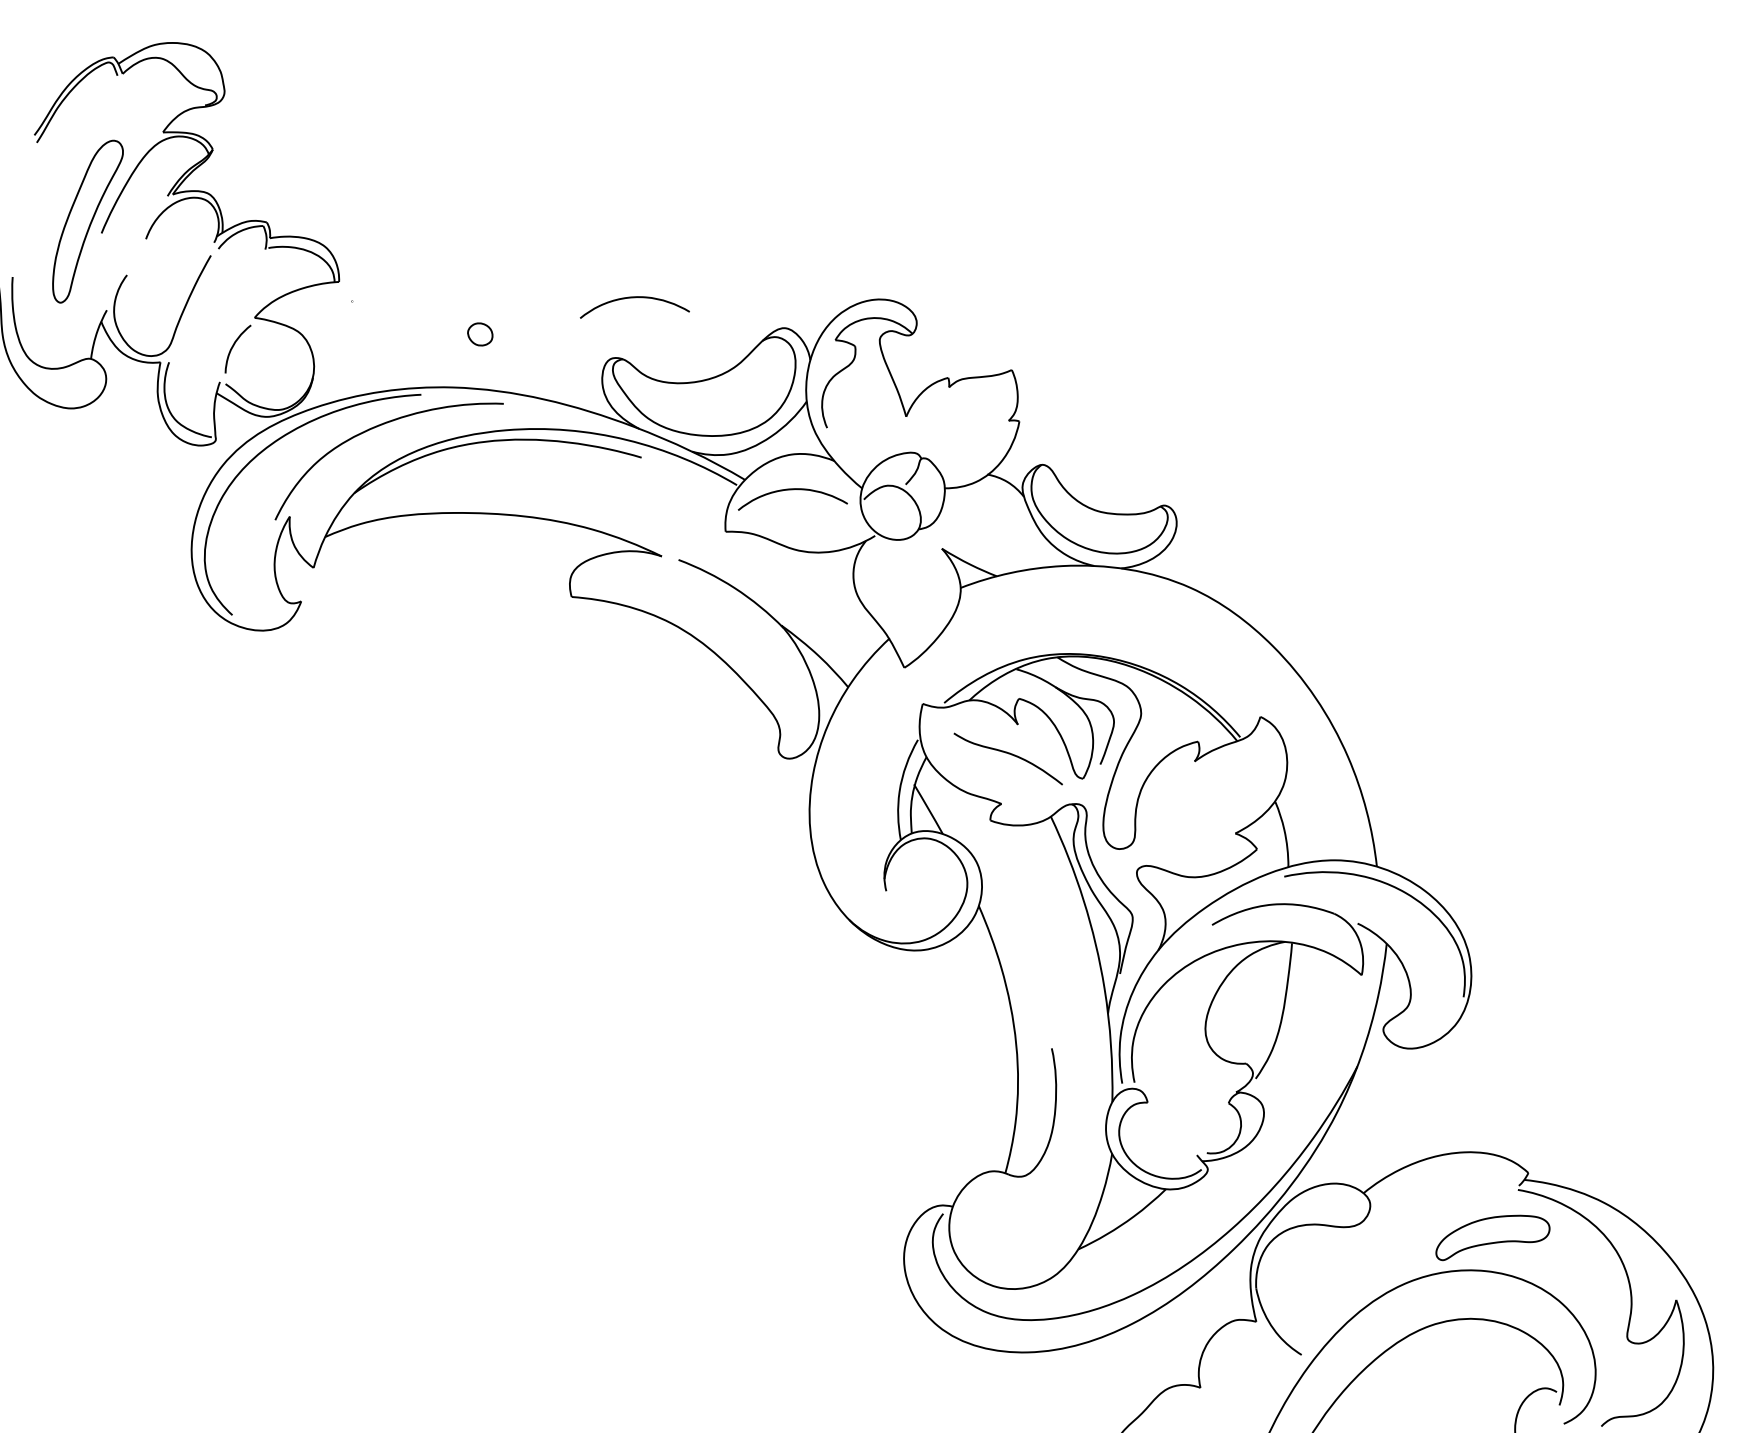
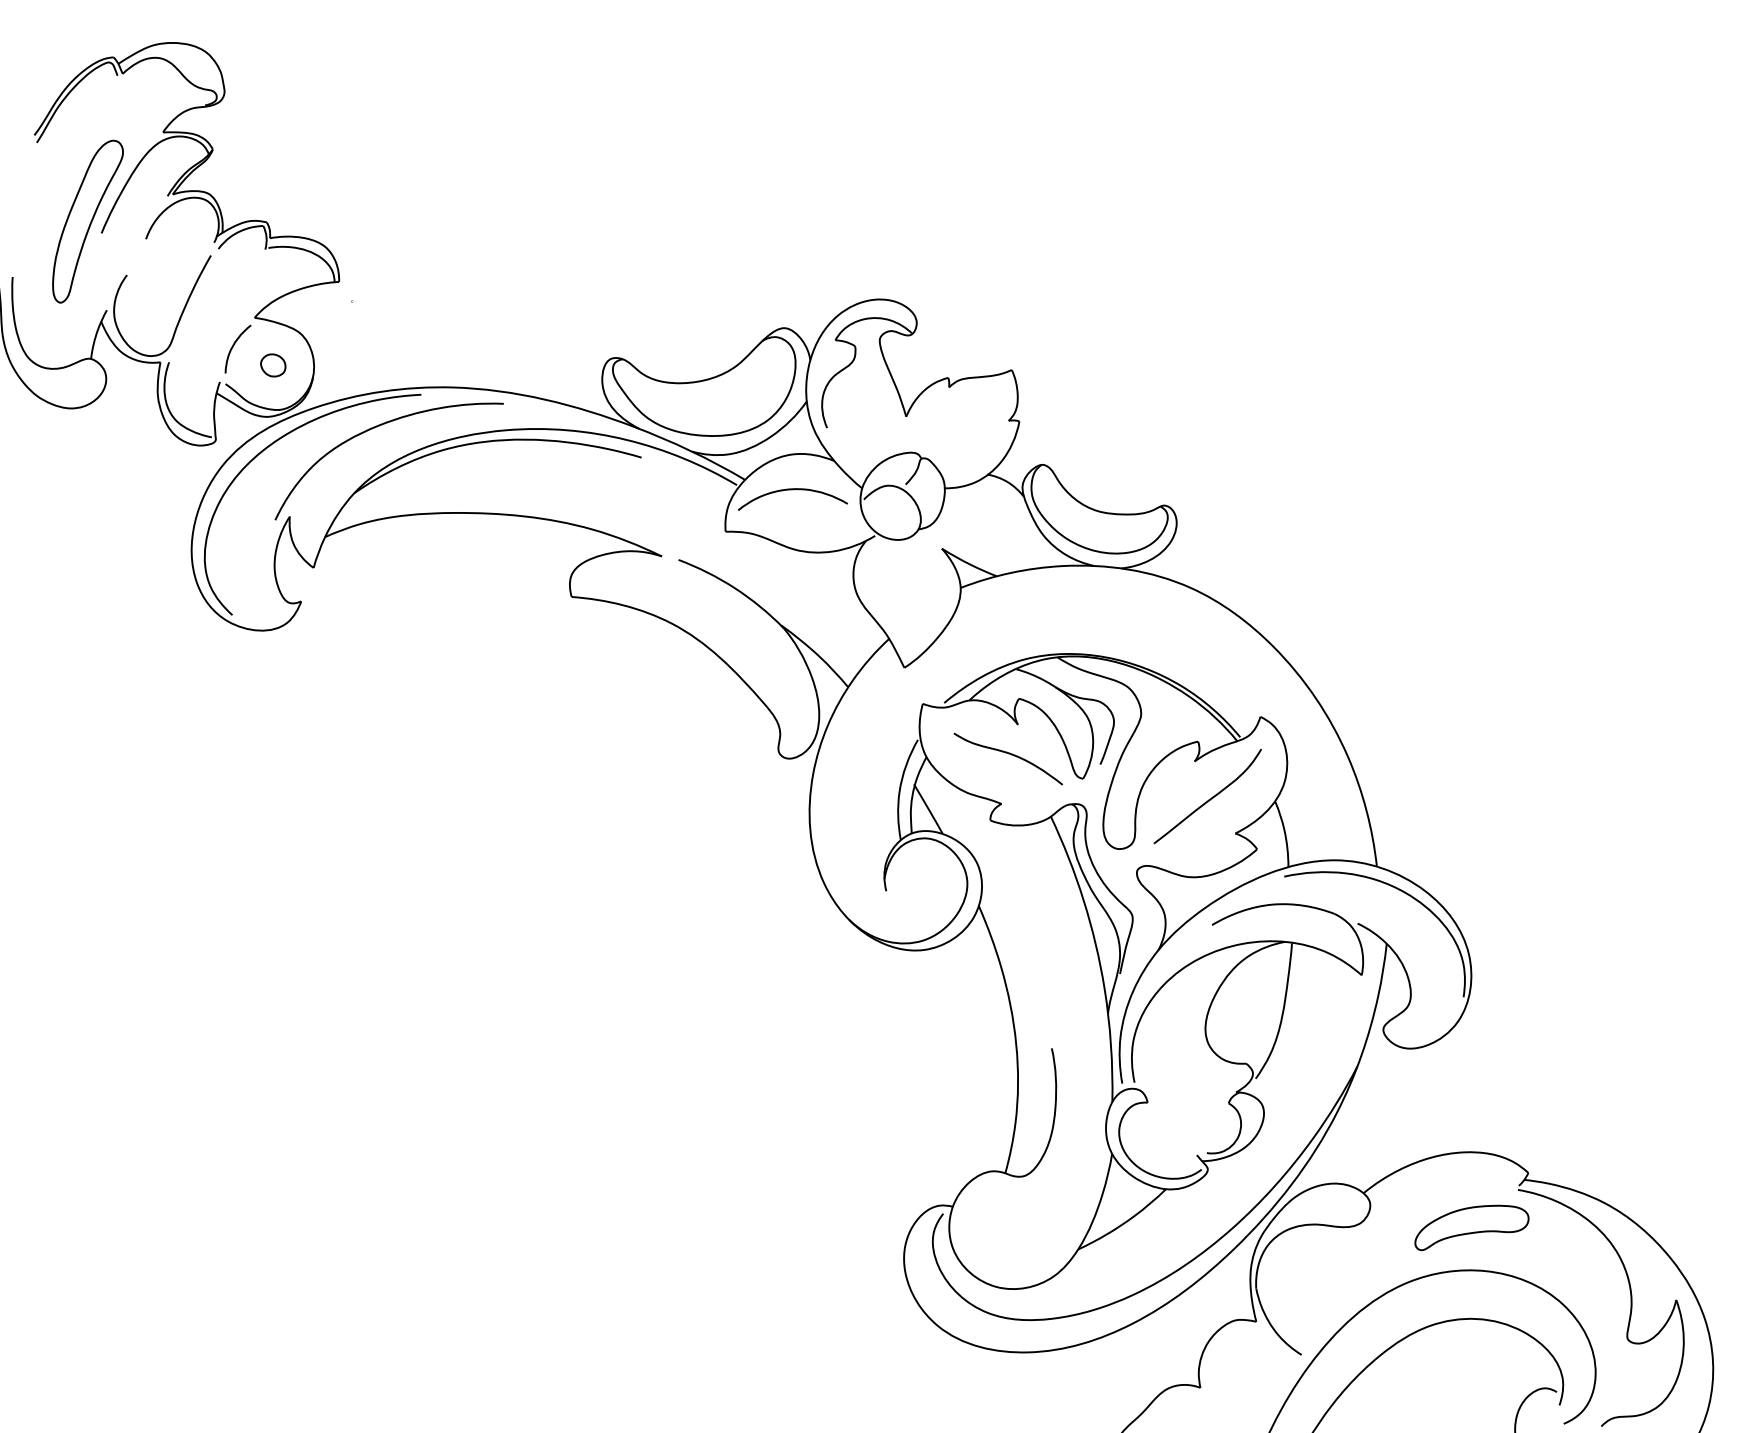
curve at (634, 298): present -> none
part at (480, 334) position: (480, 334) -> (273, 365)
curve at (1209, 798): none -> present
part at (1492, 1237) position: (1492, 1237) -> (1471, 1227)
